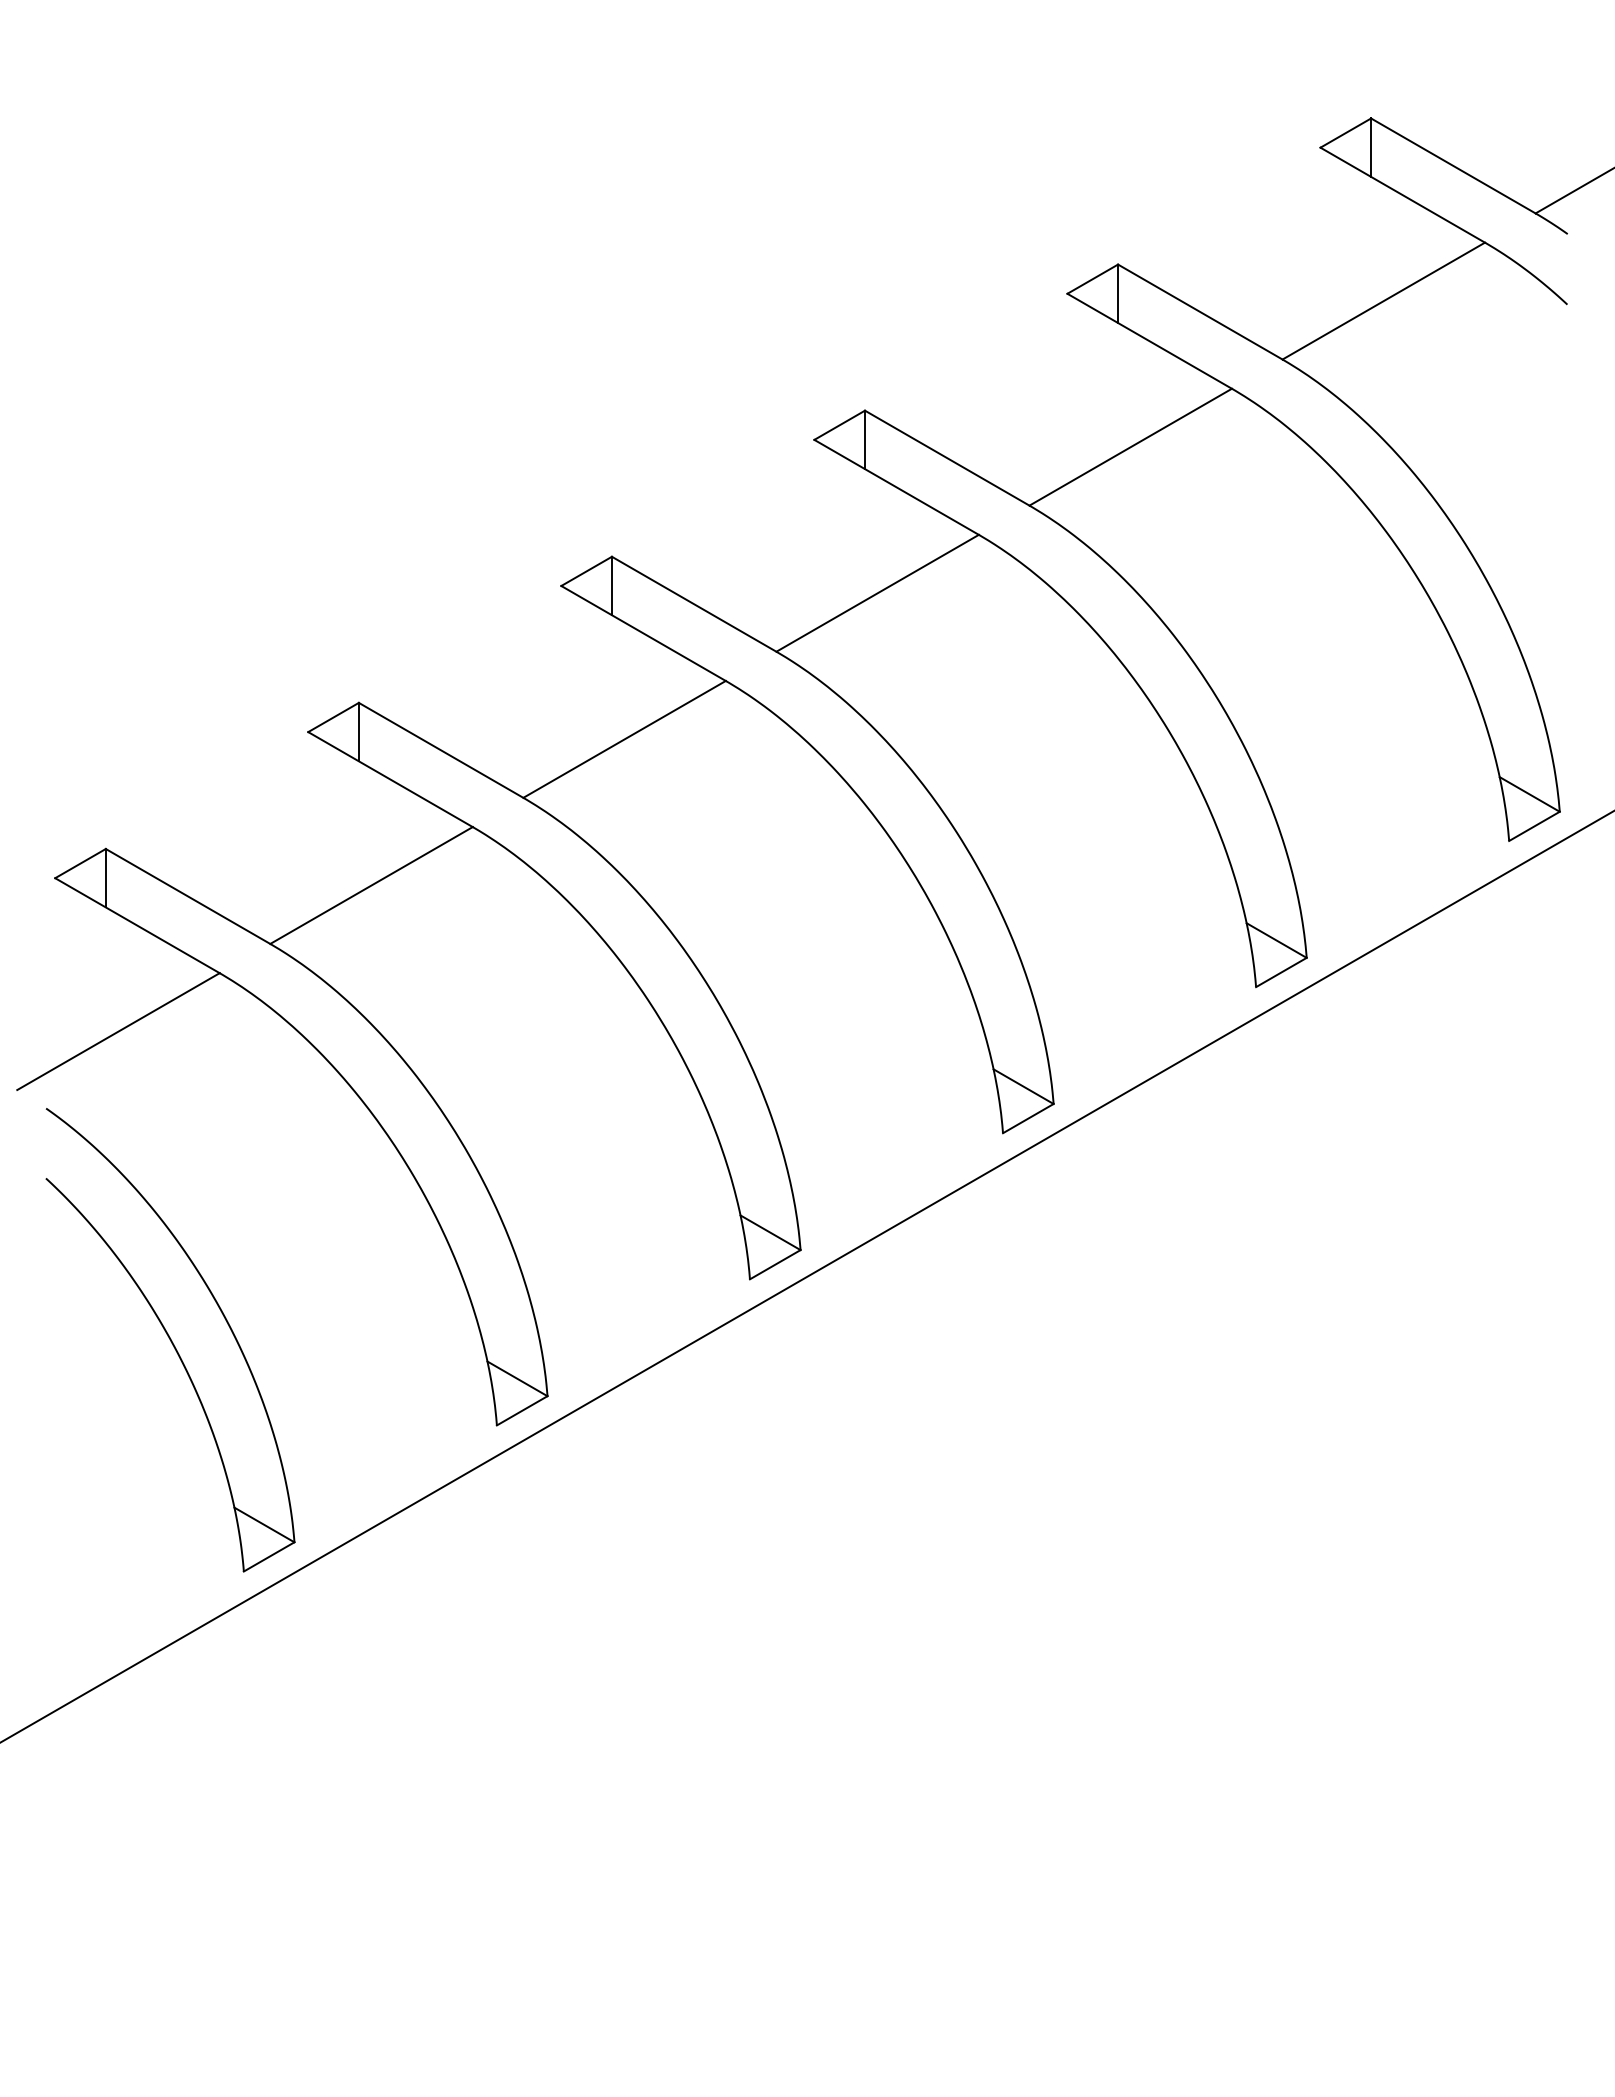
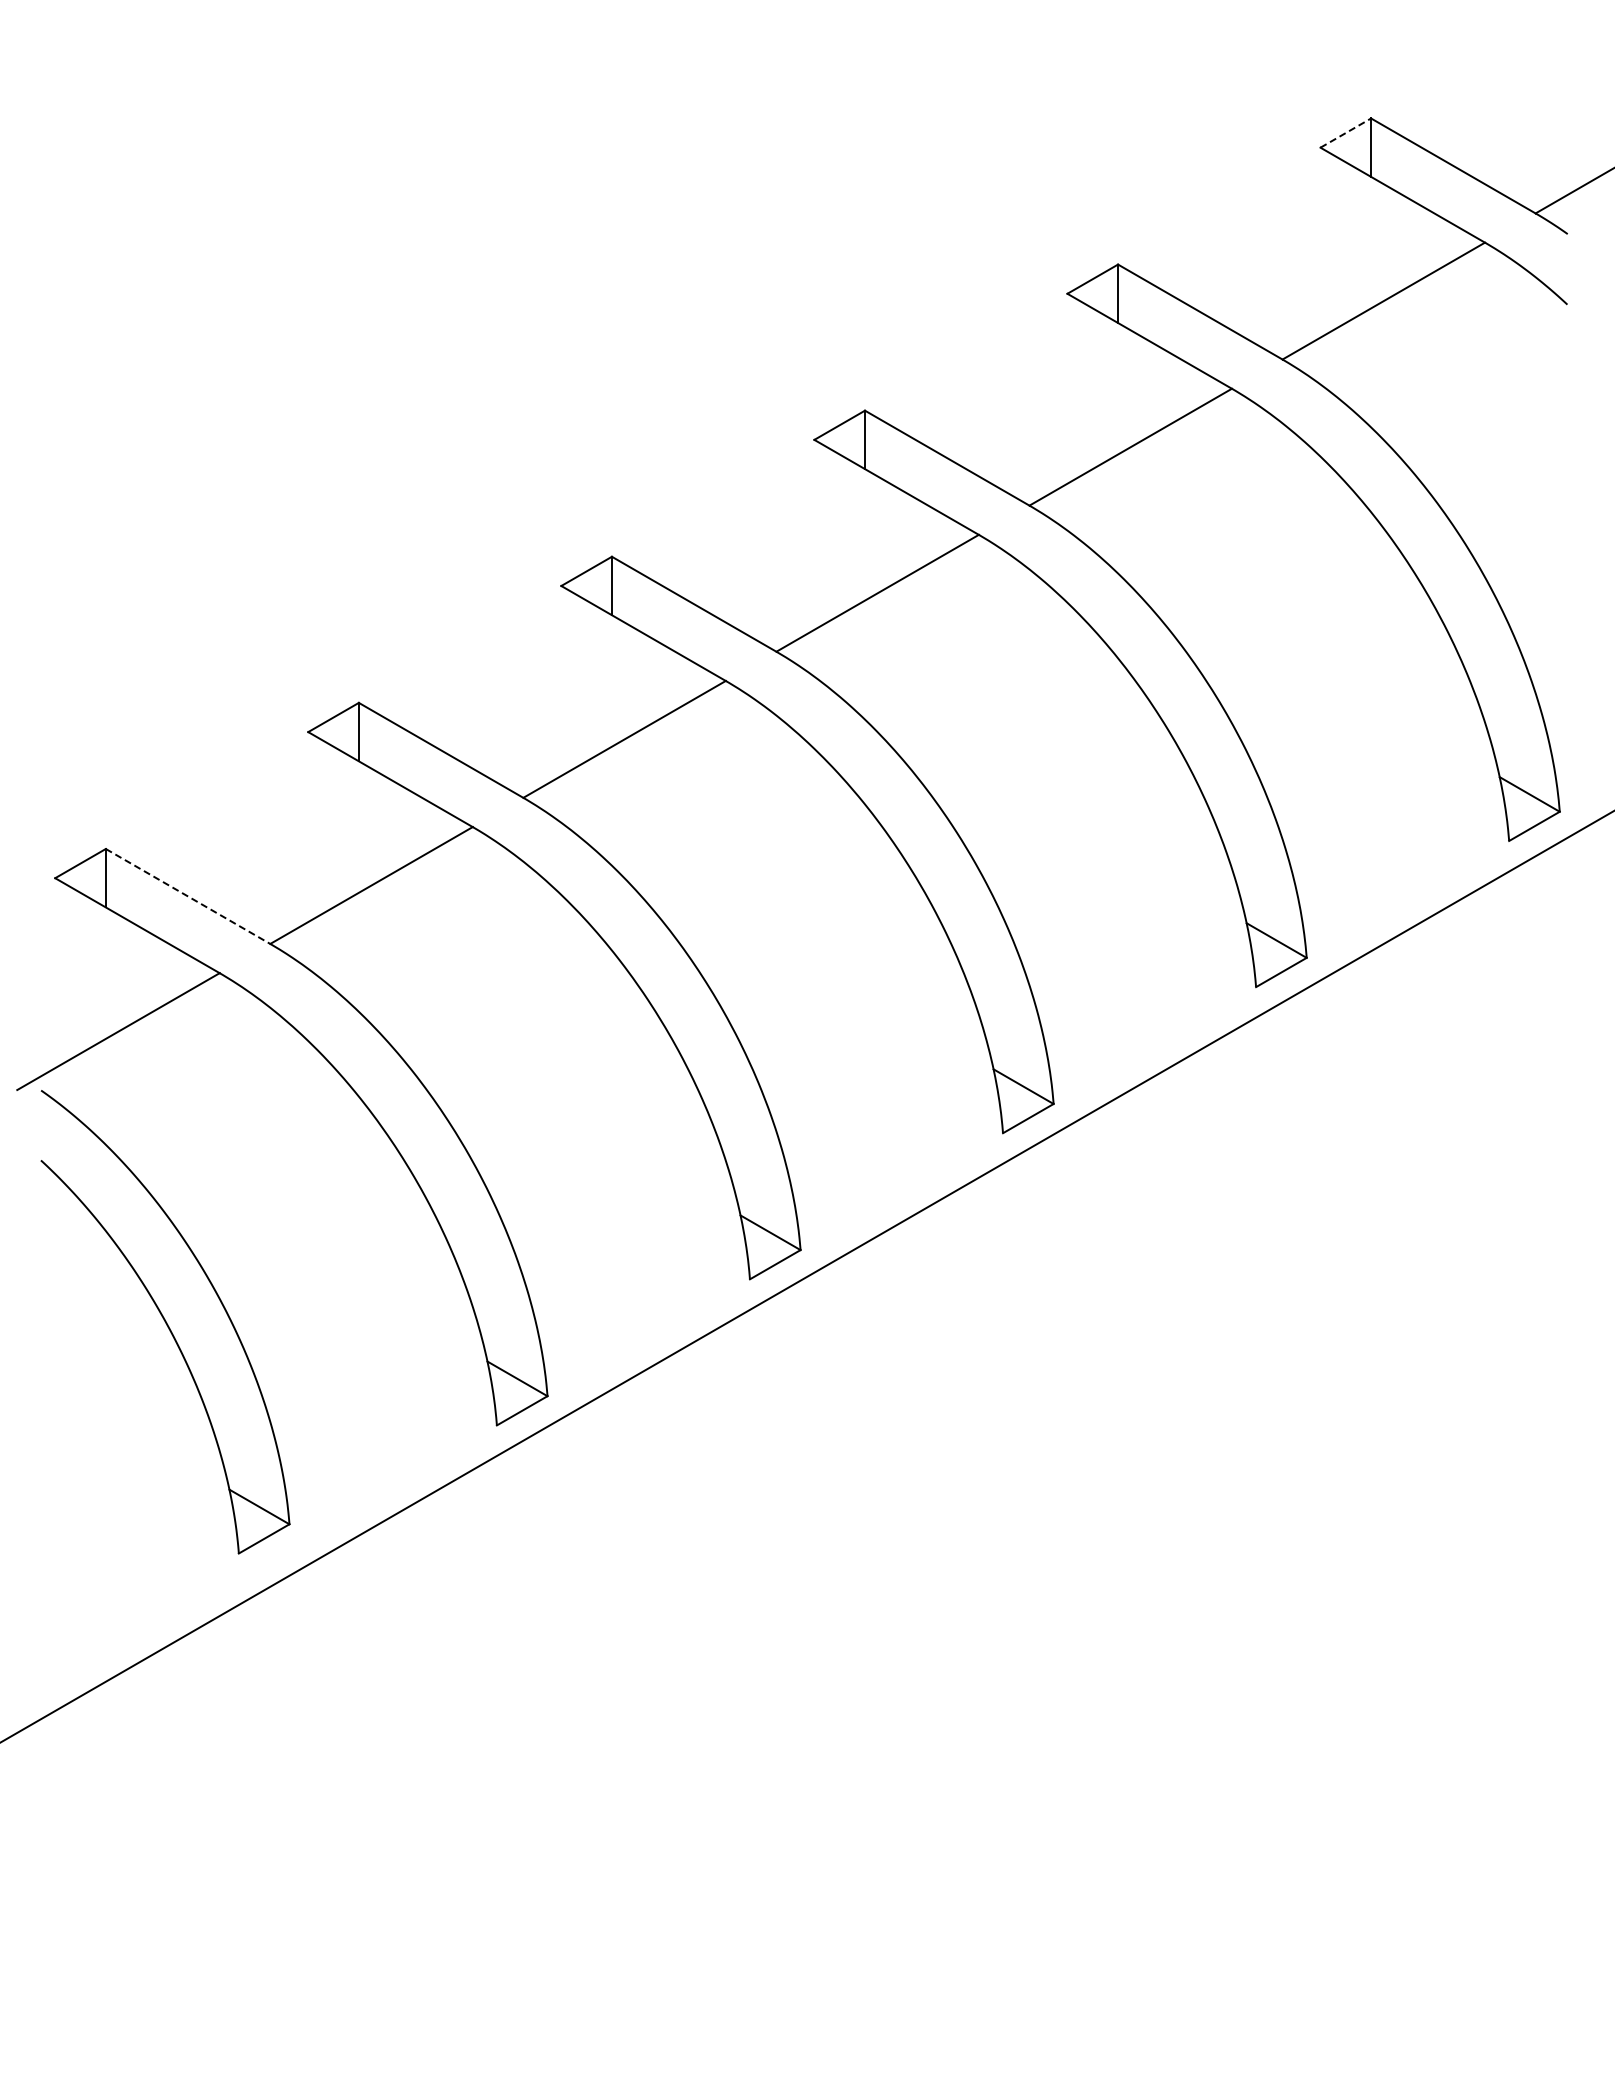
line at (1346, 132): solid -> dashed
line at (188, 896): solid -> dashed
part at (170, 1340) position: (170, 1340) -> (165, 1322)
